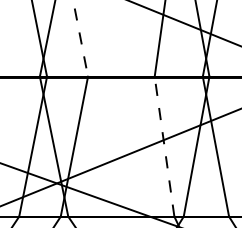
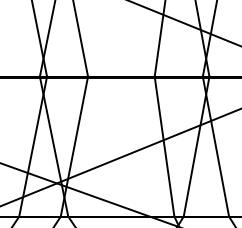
line at (80, 38): dashed -> solid
line at (164, 146): dashed -> solid
